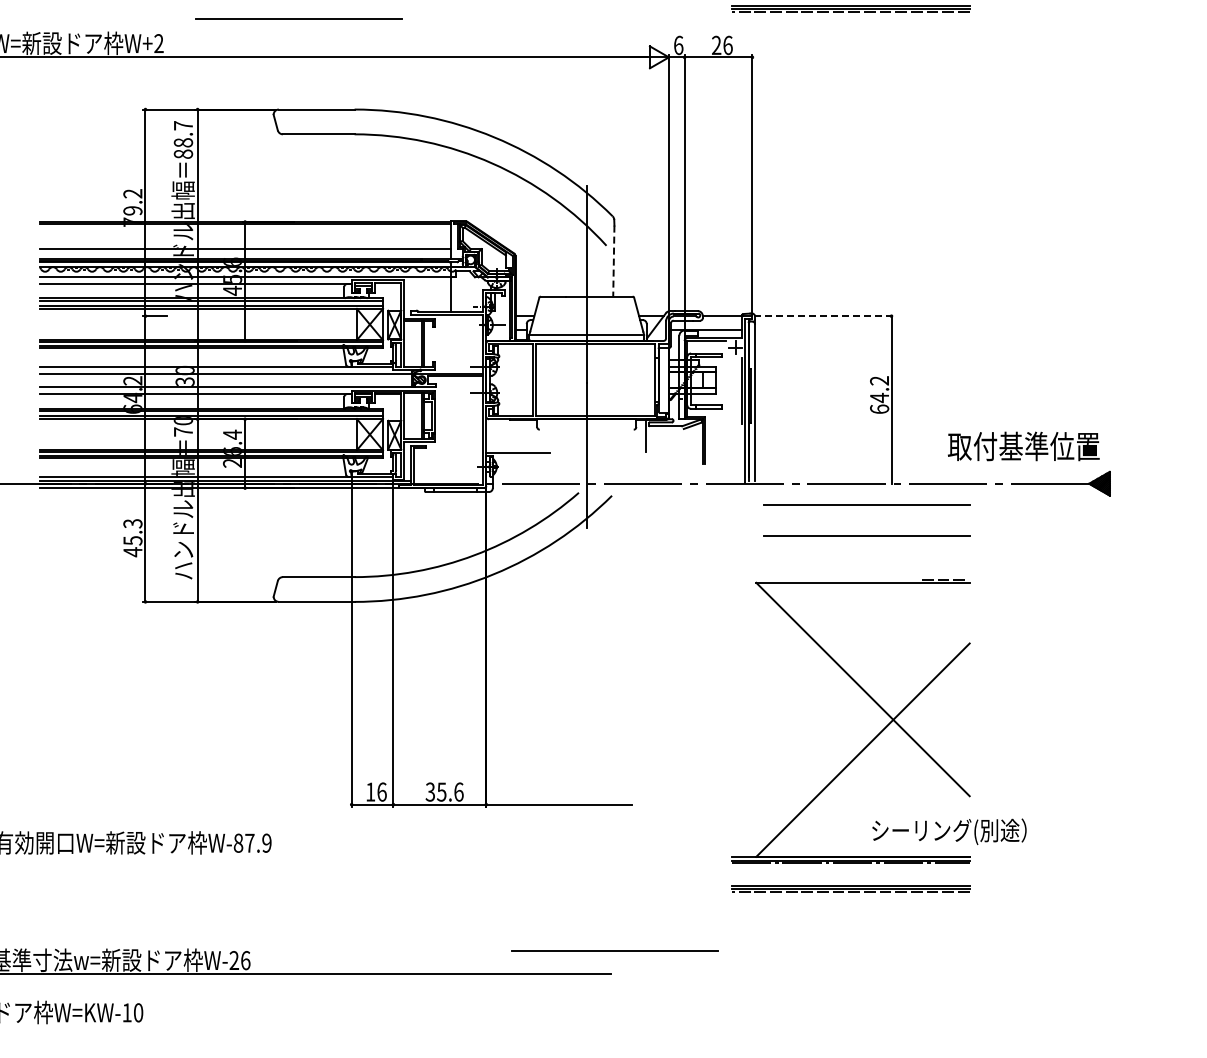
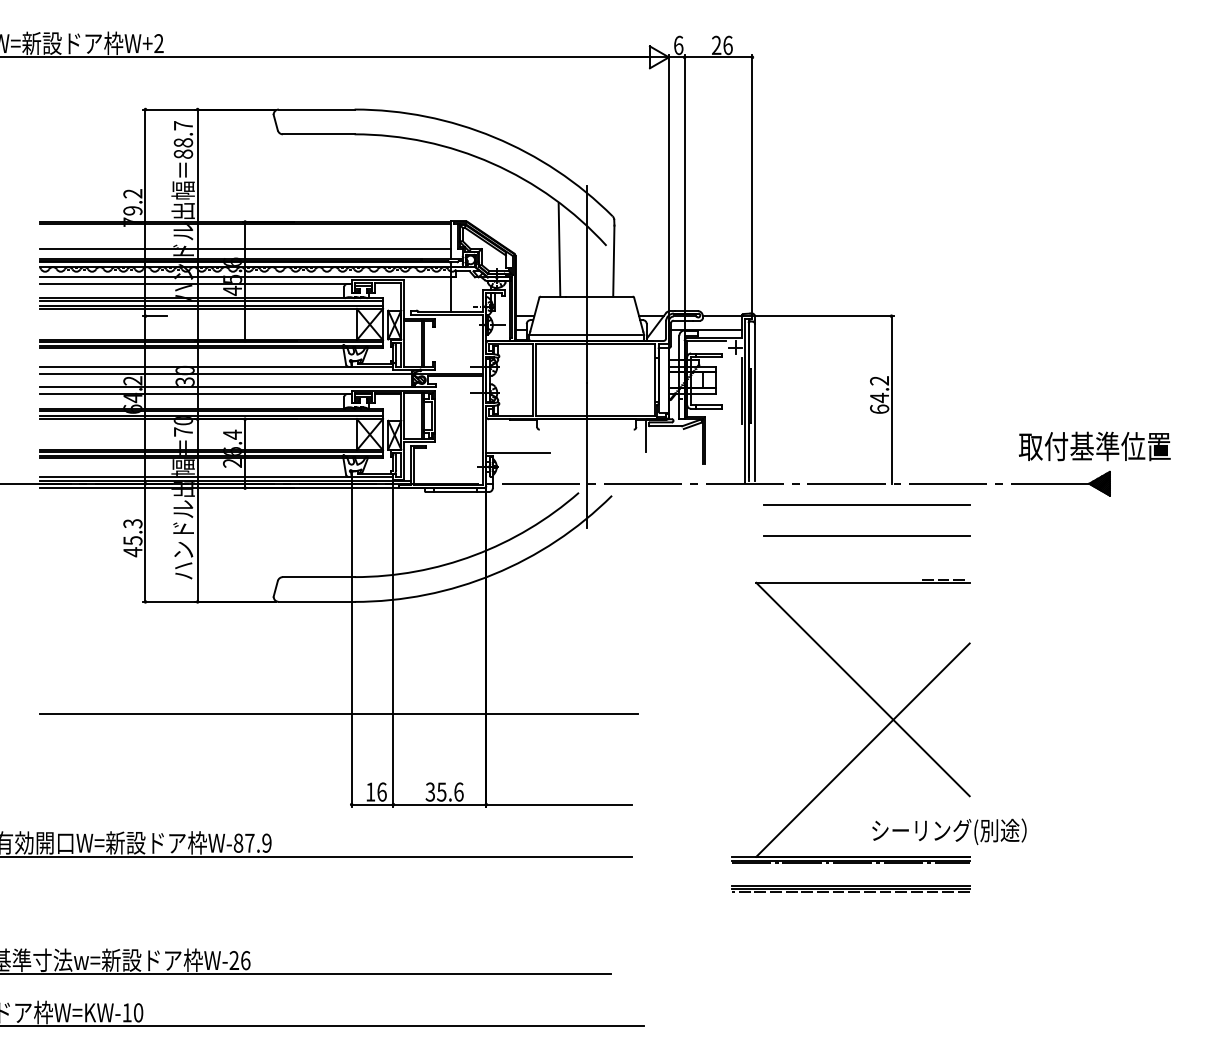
part at (850, 8): present -> none
line at (298, 18): present -> none
line at (559, 249): none -> present
line at (613, 261): dashed -> solid
line at (824, 316): dashed -> solid
text at (1023, 446) position: (1023, 446) -> (1094, 446)
line at (338, 713): none -> present
line at (317, 856): none -> present
line at (614, 950): present -> none
line at (323, 1026): none -> present
